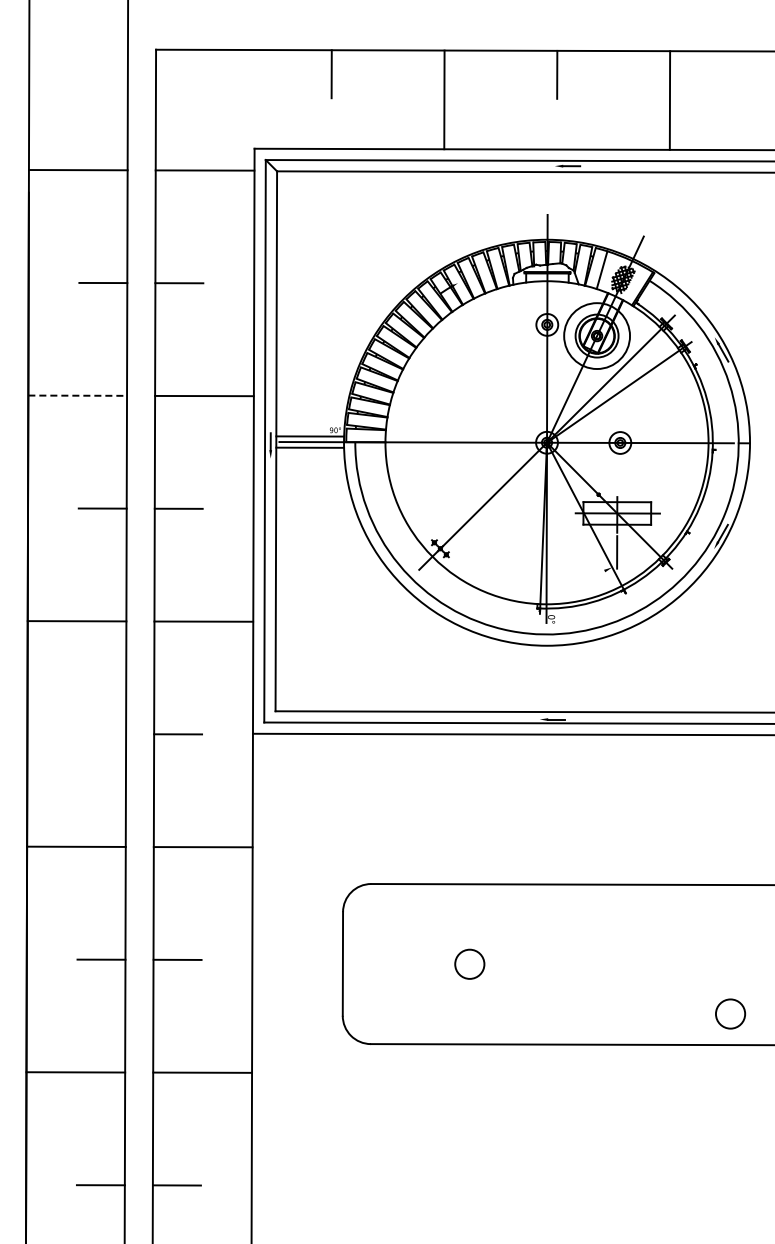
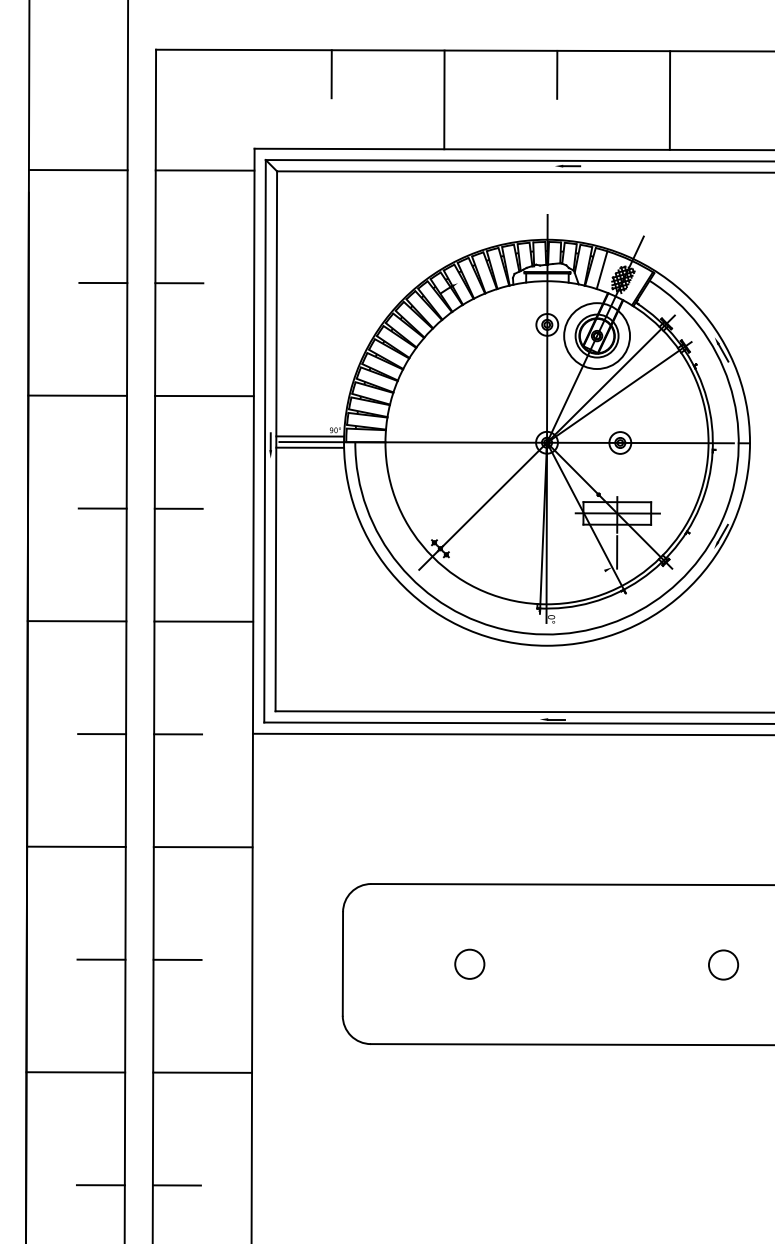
line at (78, 395): dashed -> solid
line at (102, 734): none -> present
circle at (730, 1013) position: (730, 1013) -> (723, 964)
